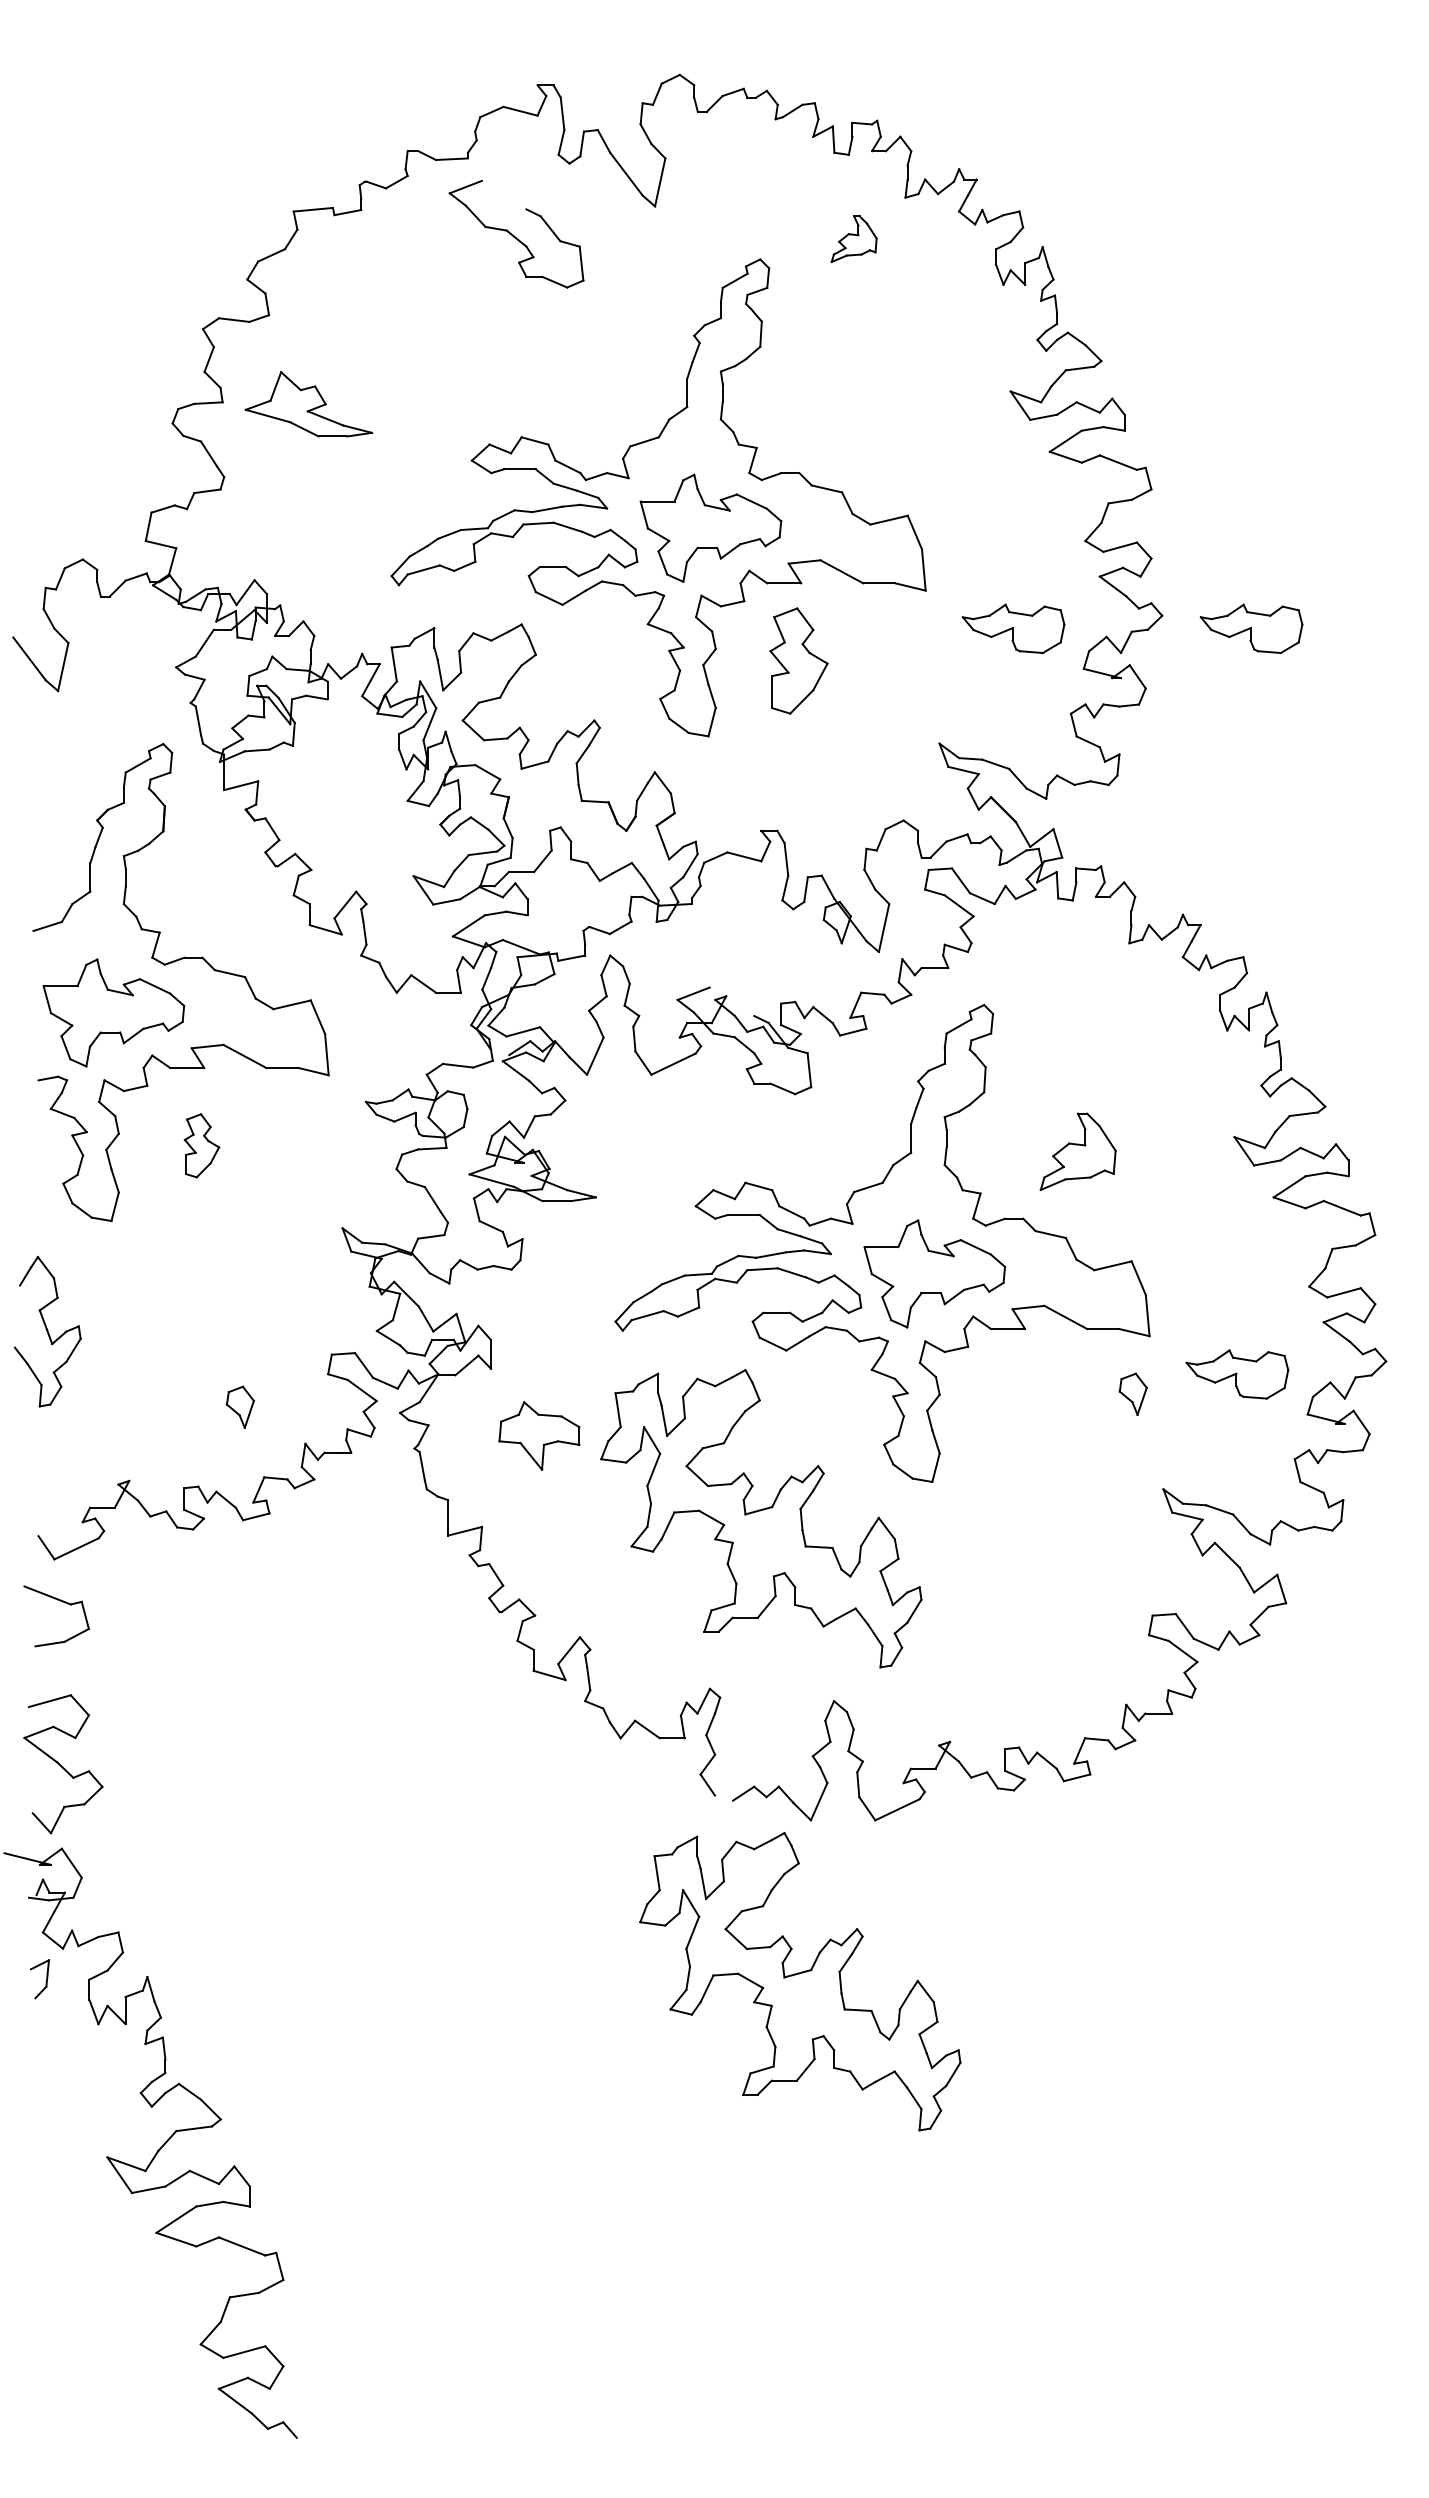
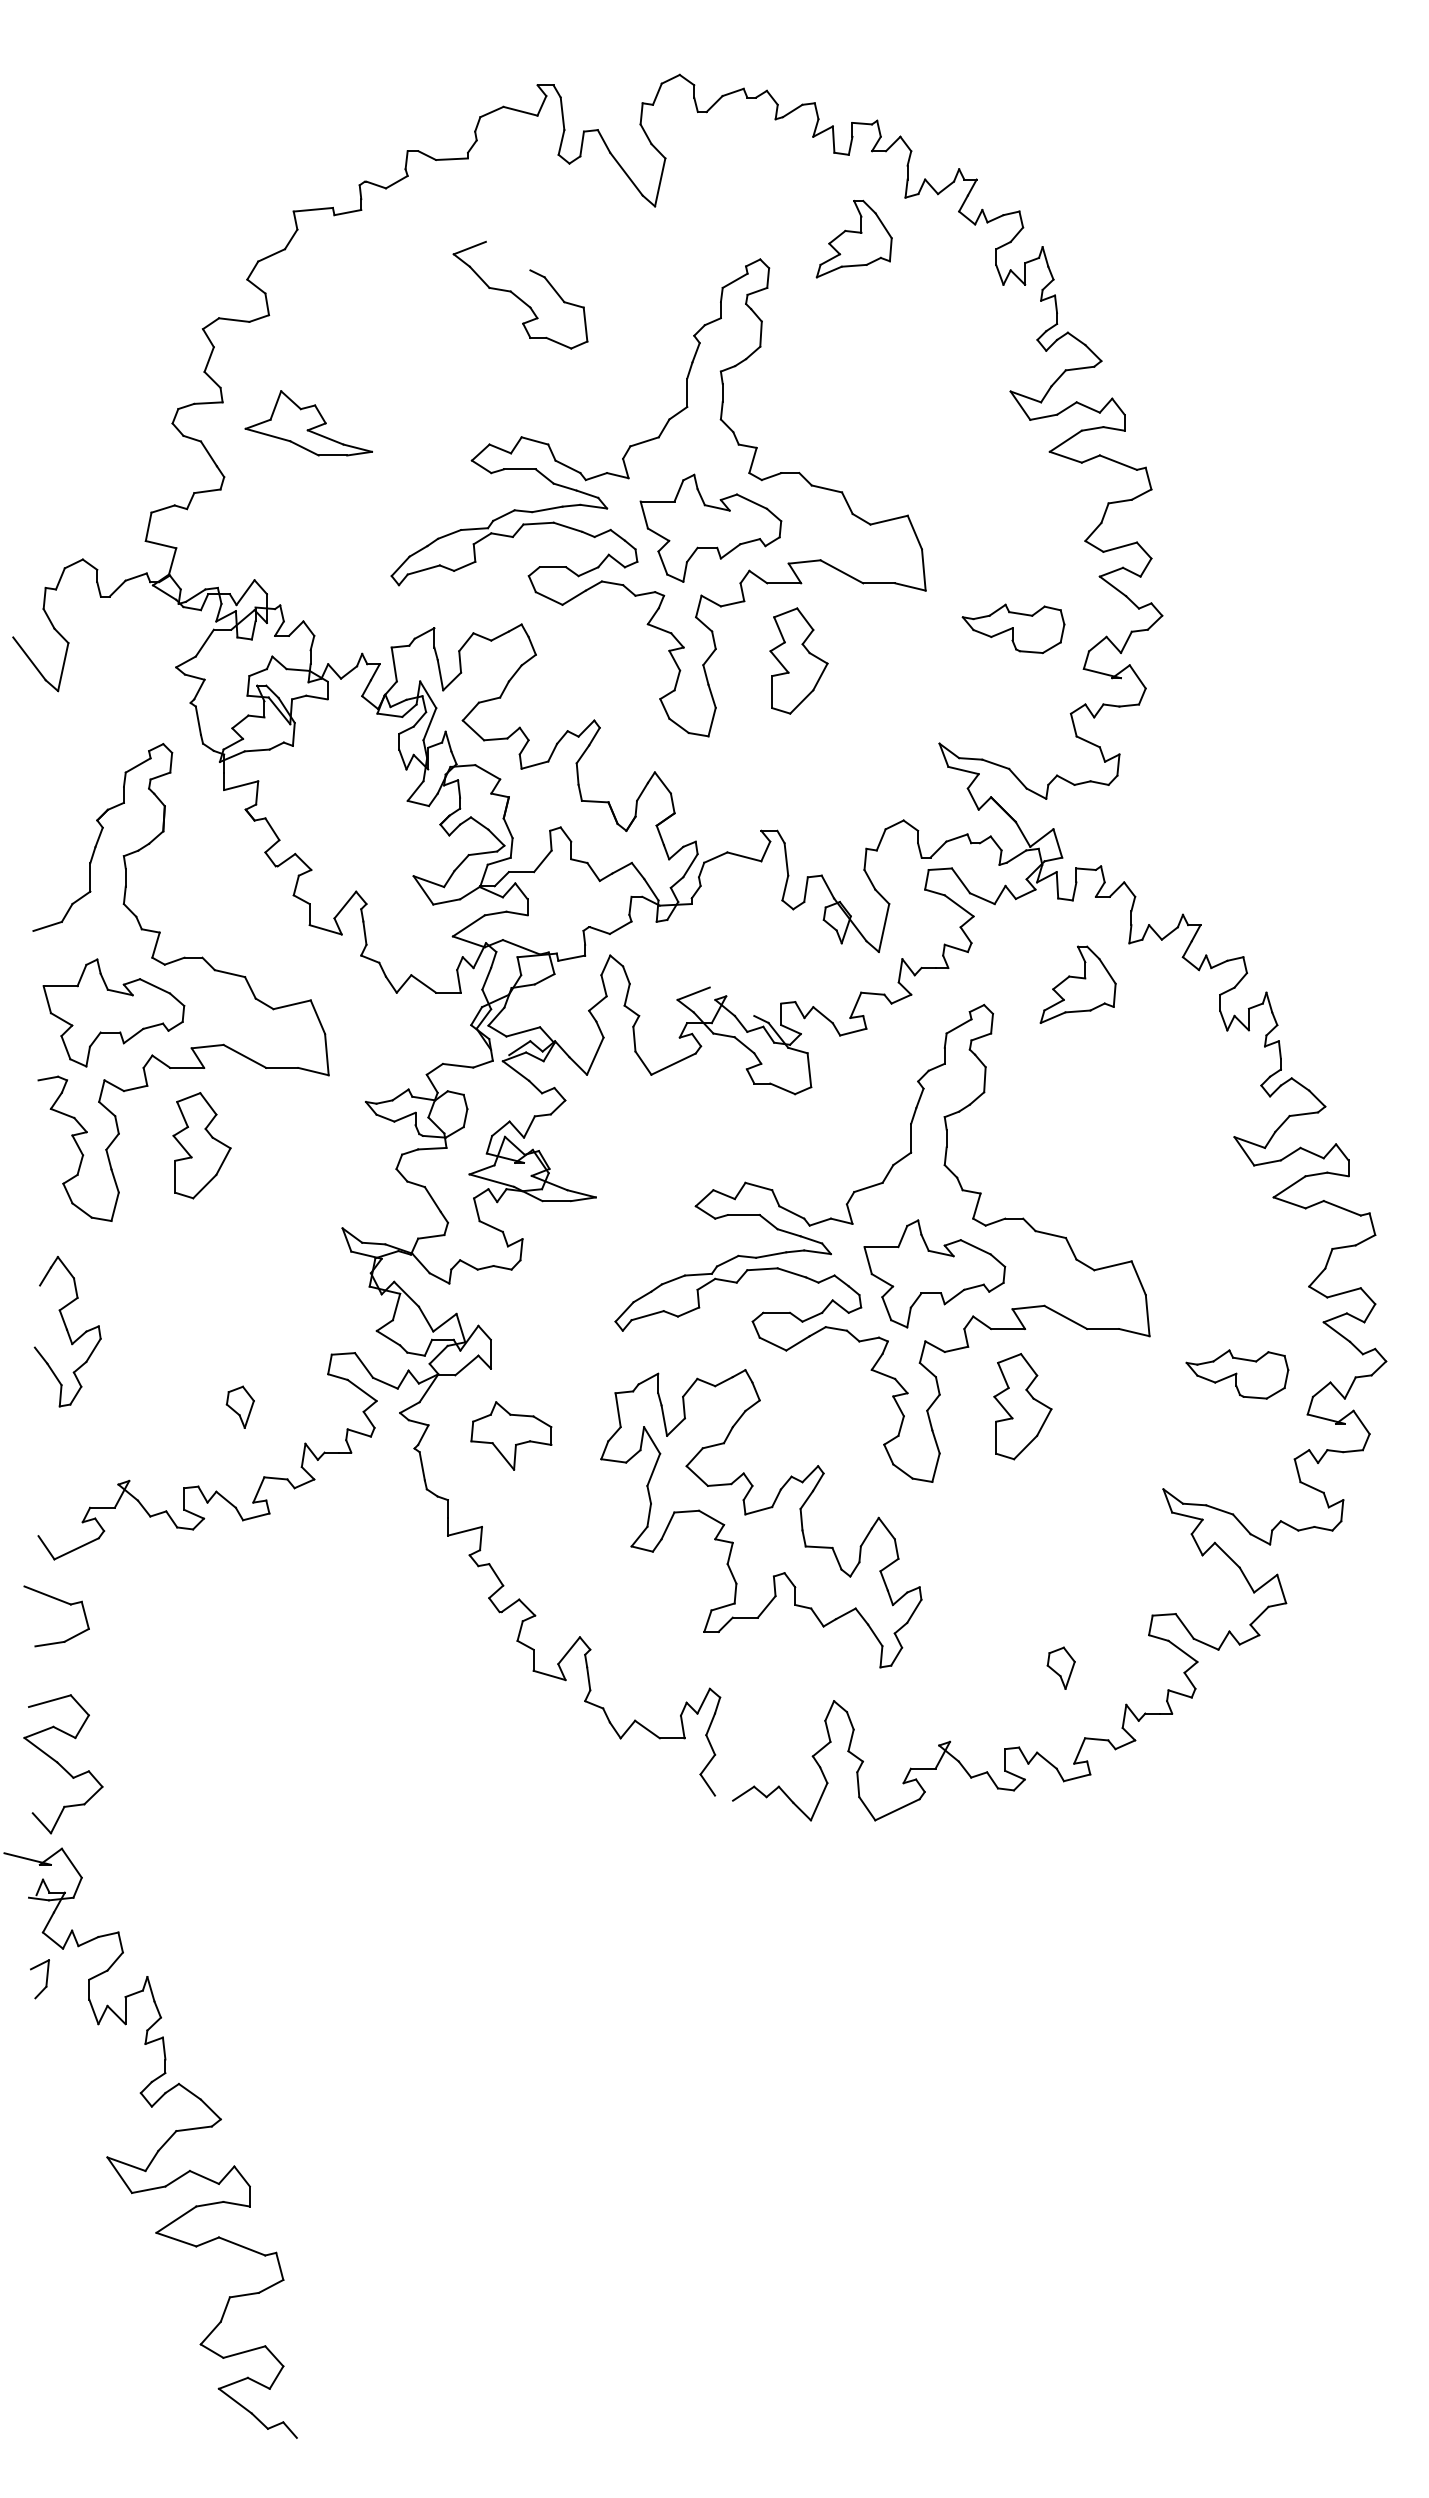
part at (516, 233) position: (516, 233) -> (520, 294)
part at (853, 238) size: 48x48 px -> 78x80 px
part at (308, 404) position: (308, 404) -> (308, 423)
part at (1251, 628): present -> none
part at (201, 1145) size: 38x66 px -> 60x108 px
part at (1077, 1151) position: (1077, 1151) -> (1077, 984)
part at (47, 1331) position: (47, 1331) -> (67, 1331)
part at (1132, 1393) position: (1132, 1393) -> (1060, 1667)
part at (1022, 1406): none -> present
part at (539, 1435) position: (539, 1435) -> (511, 1435)
part at (800, 1981): present -> none
